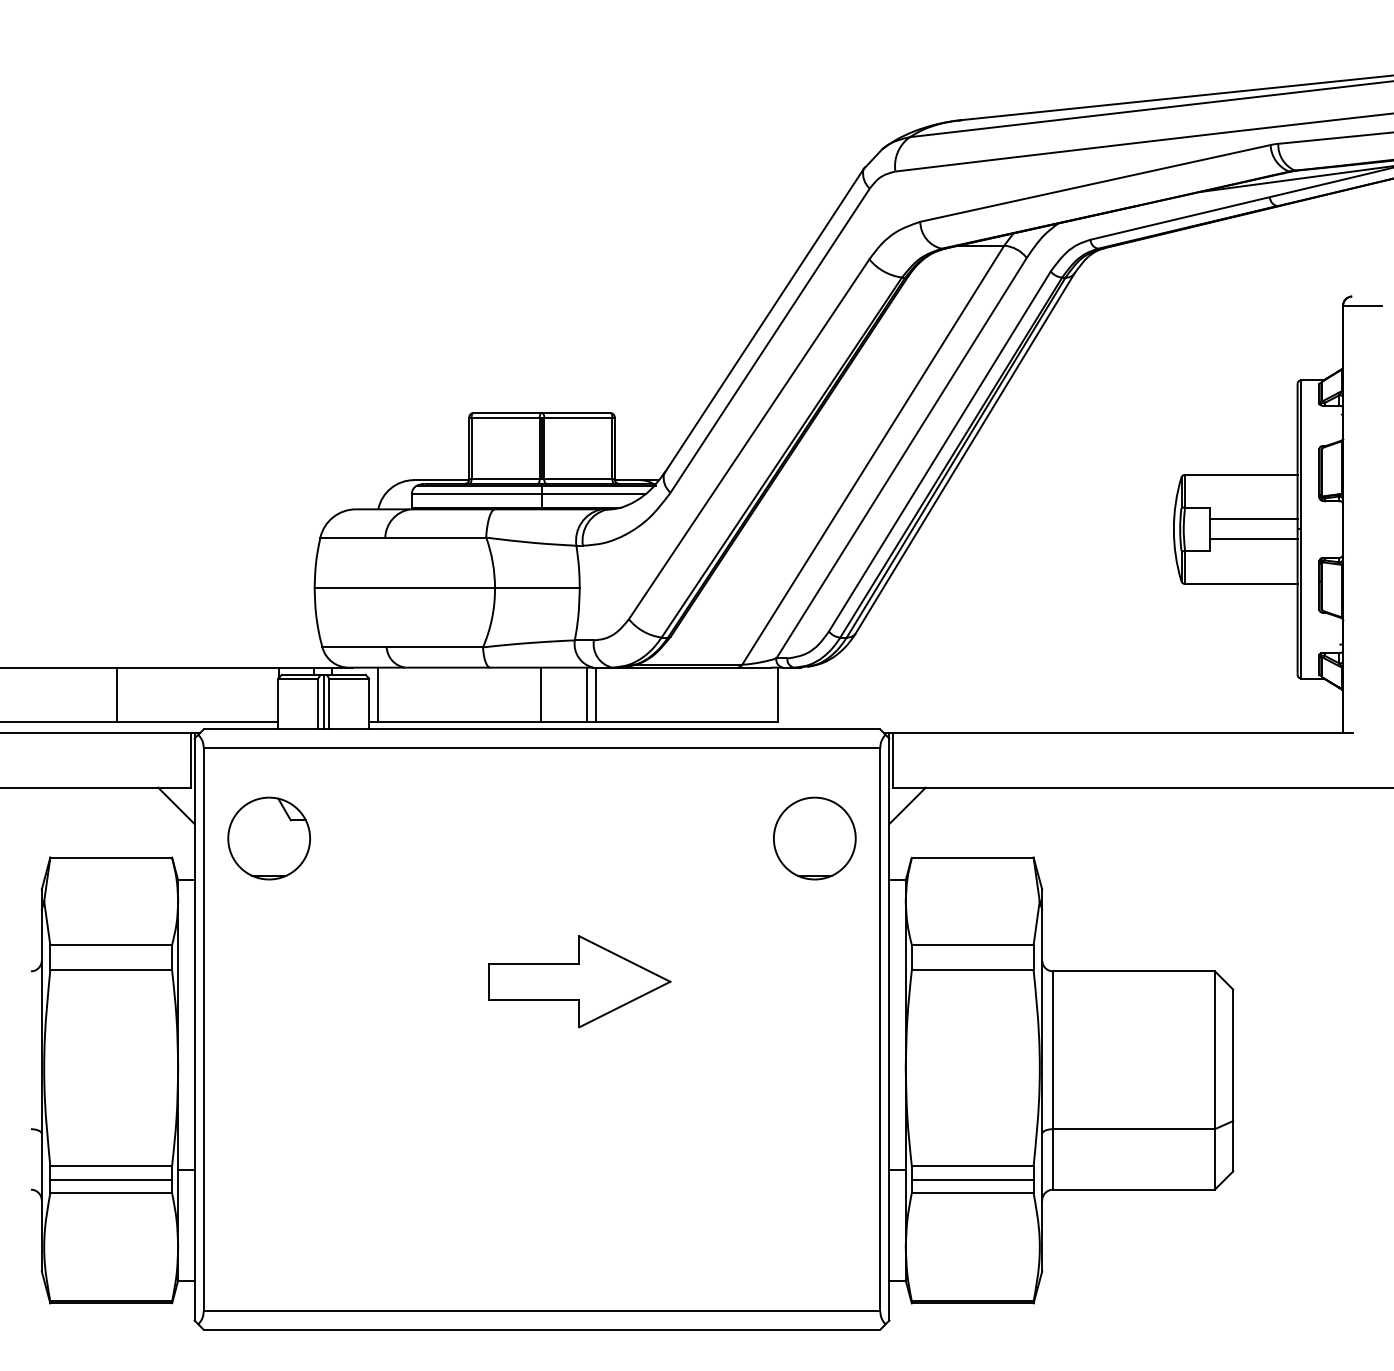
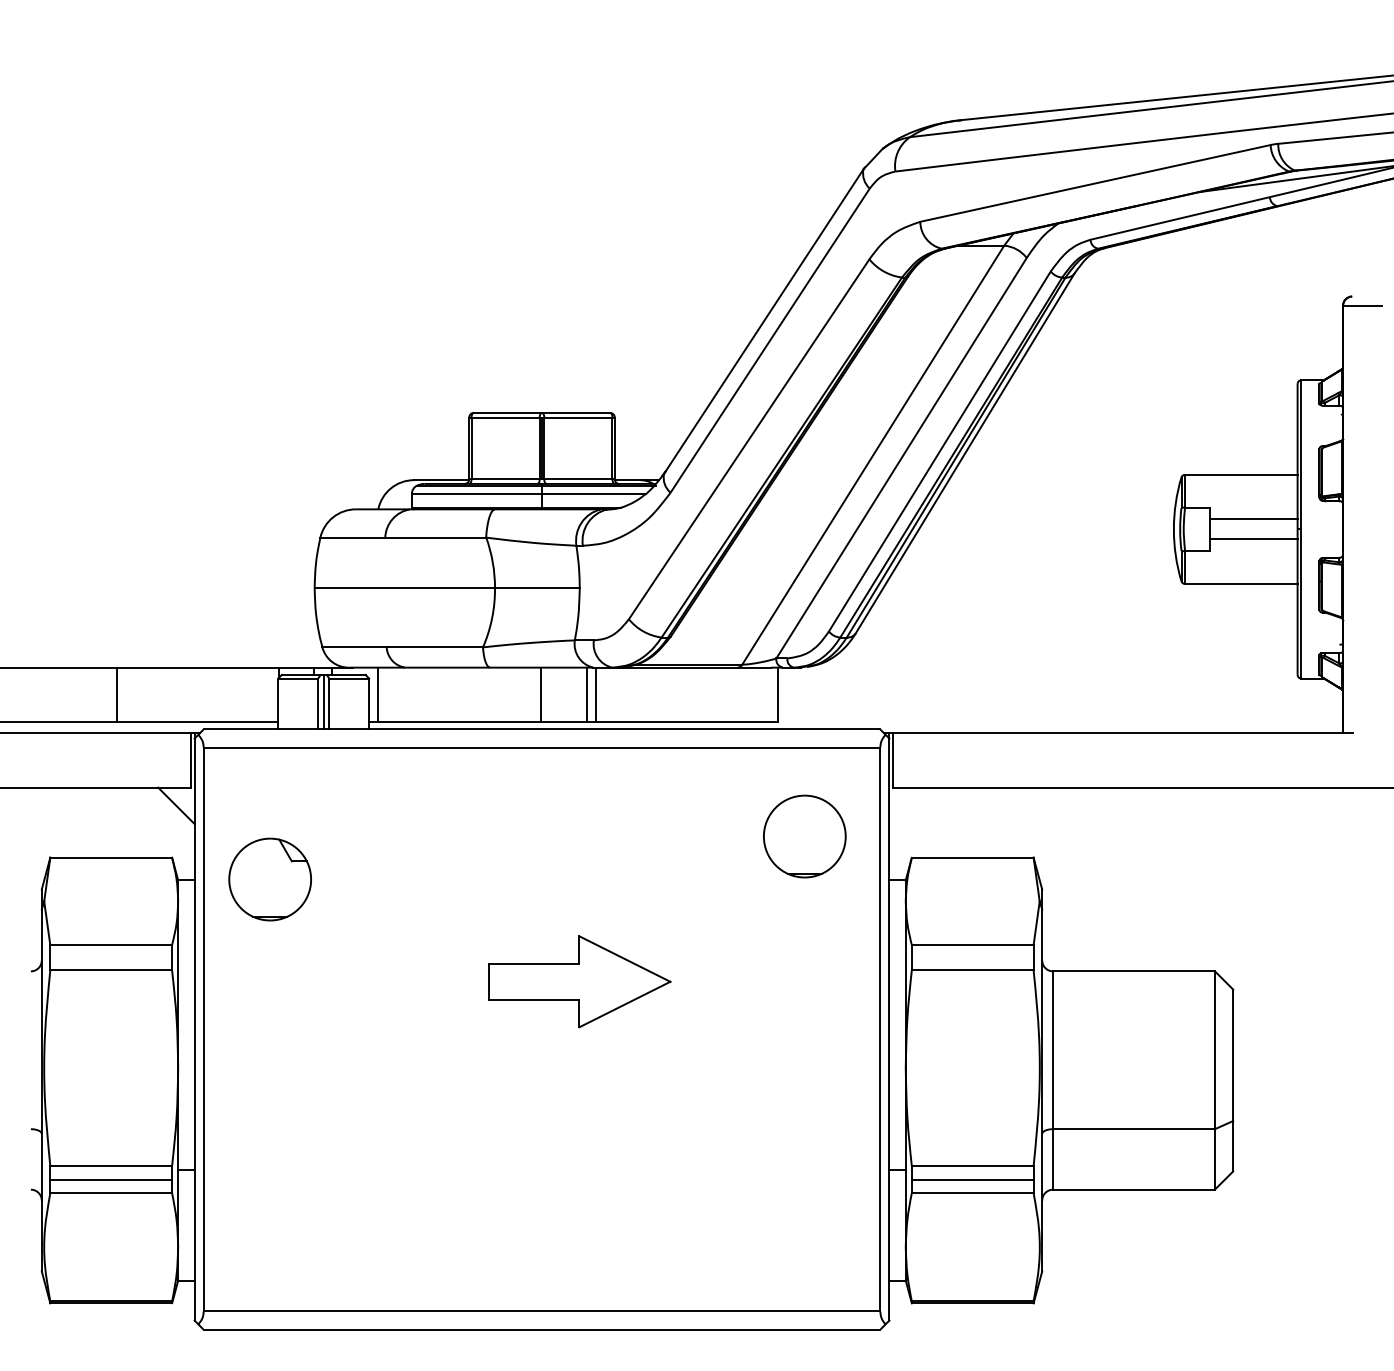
line at (907, 805): present -> none
part at (268, 838) position: (268, 838) -> (269, 879)
part at (814, 838) position: (814, 838) -> (804, 836)
